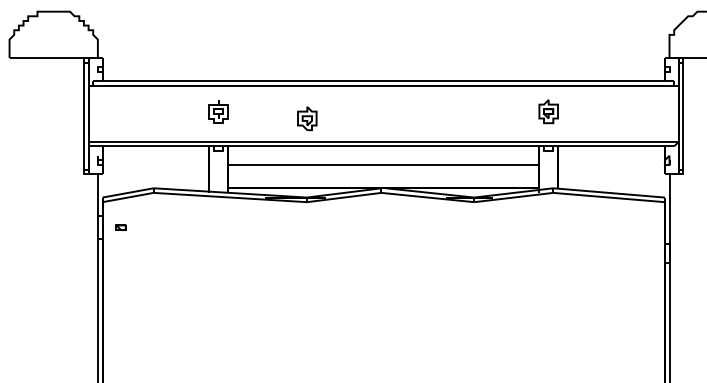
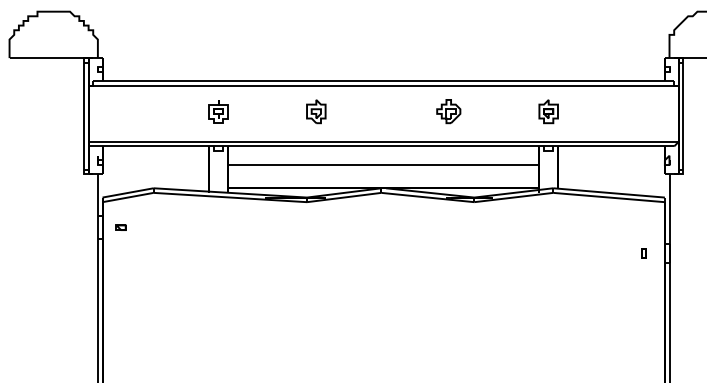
part at (448, 111): none -> present
part at (307, 118) position: (307, 118) -> (316, 111)
part at (643, 253): none -> present
